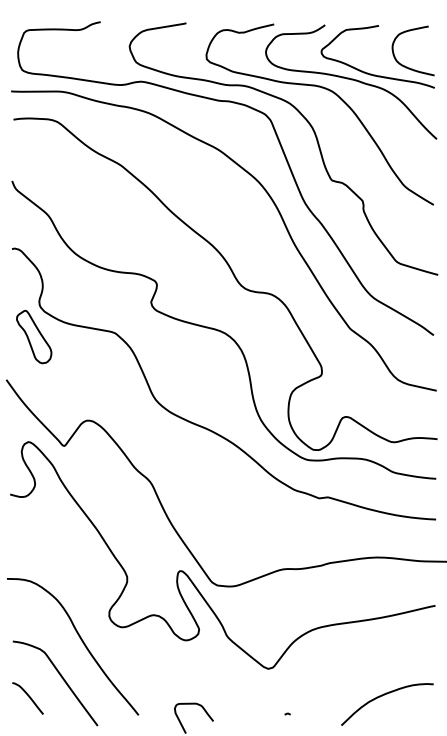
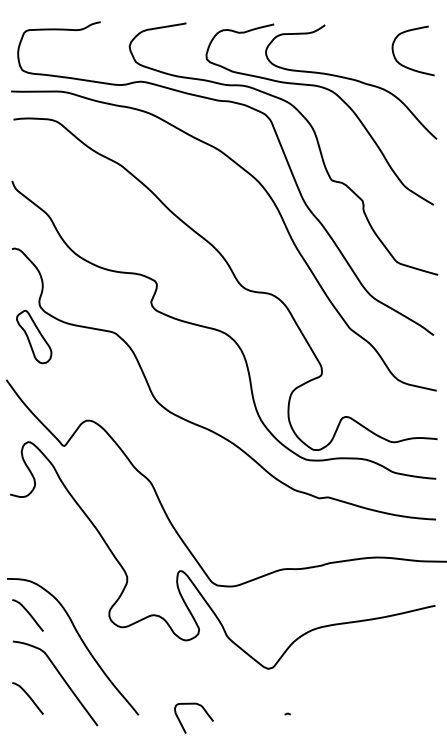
curve at (371, 73): present -> none
curve at (28, 614): none -> present
curve at (382, 696): present -> none
